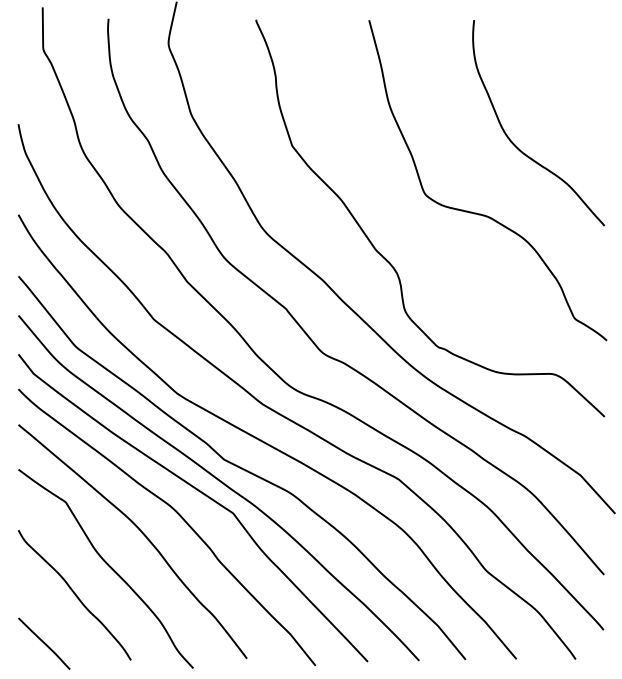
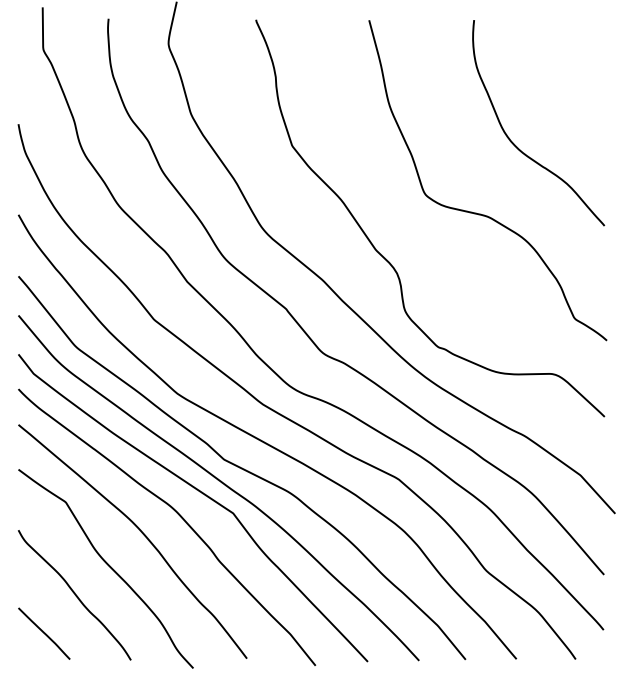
line at (44, 643) position: (44, 643) -> (44, 633)
